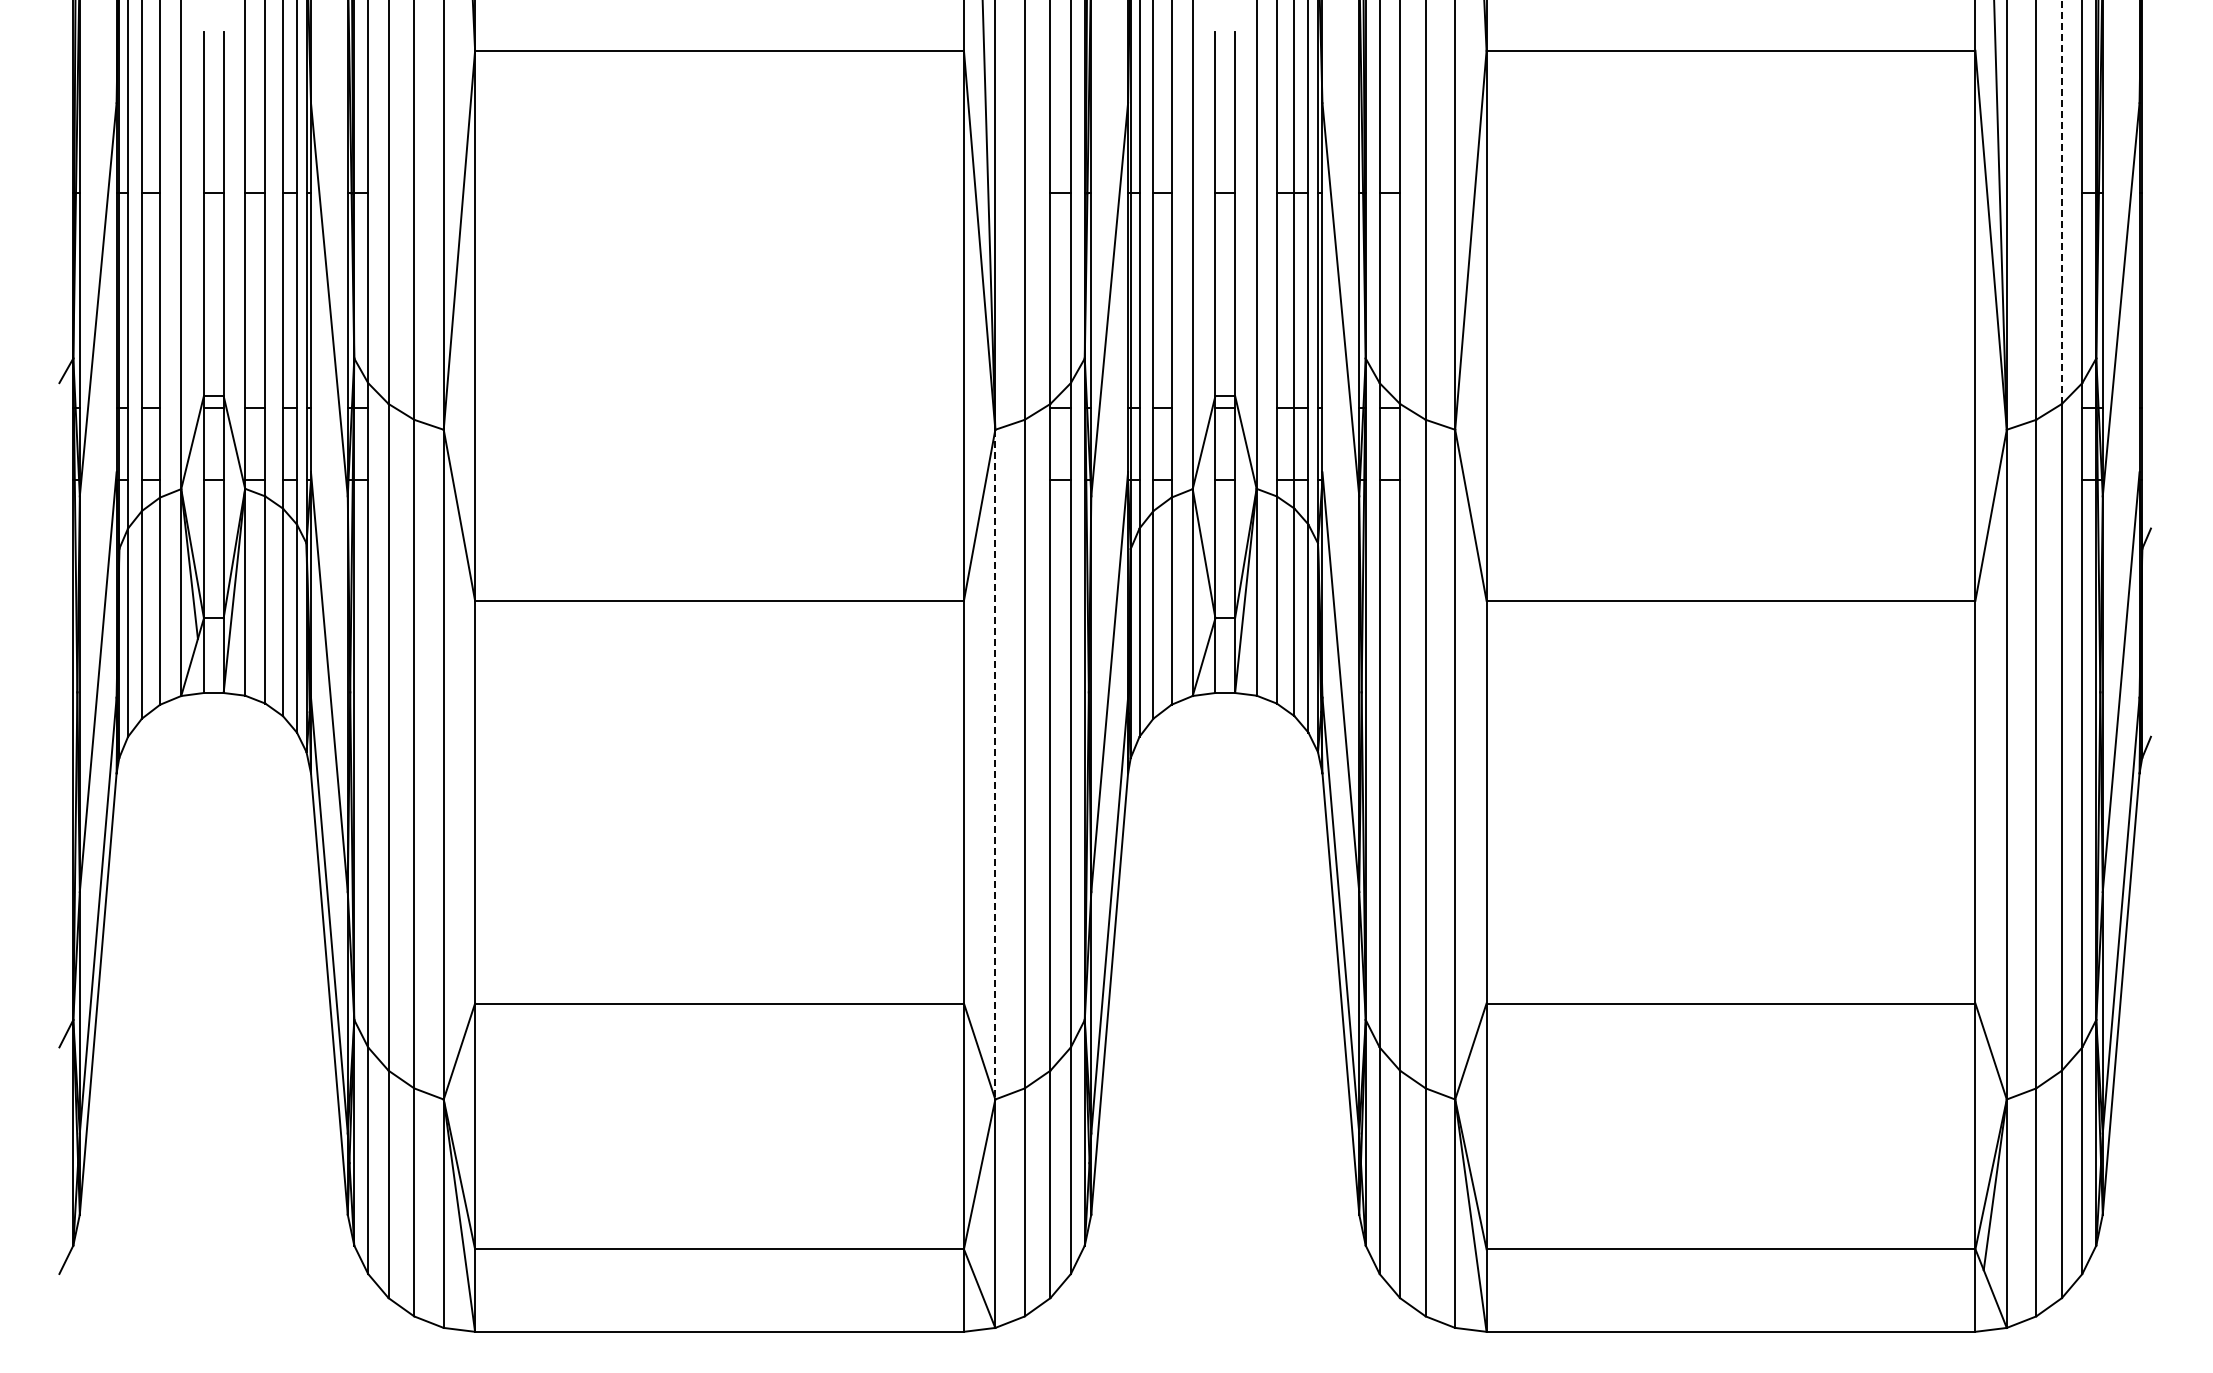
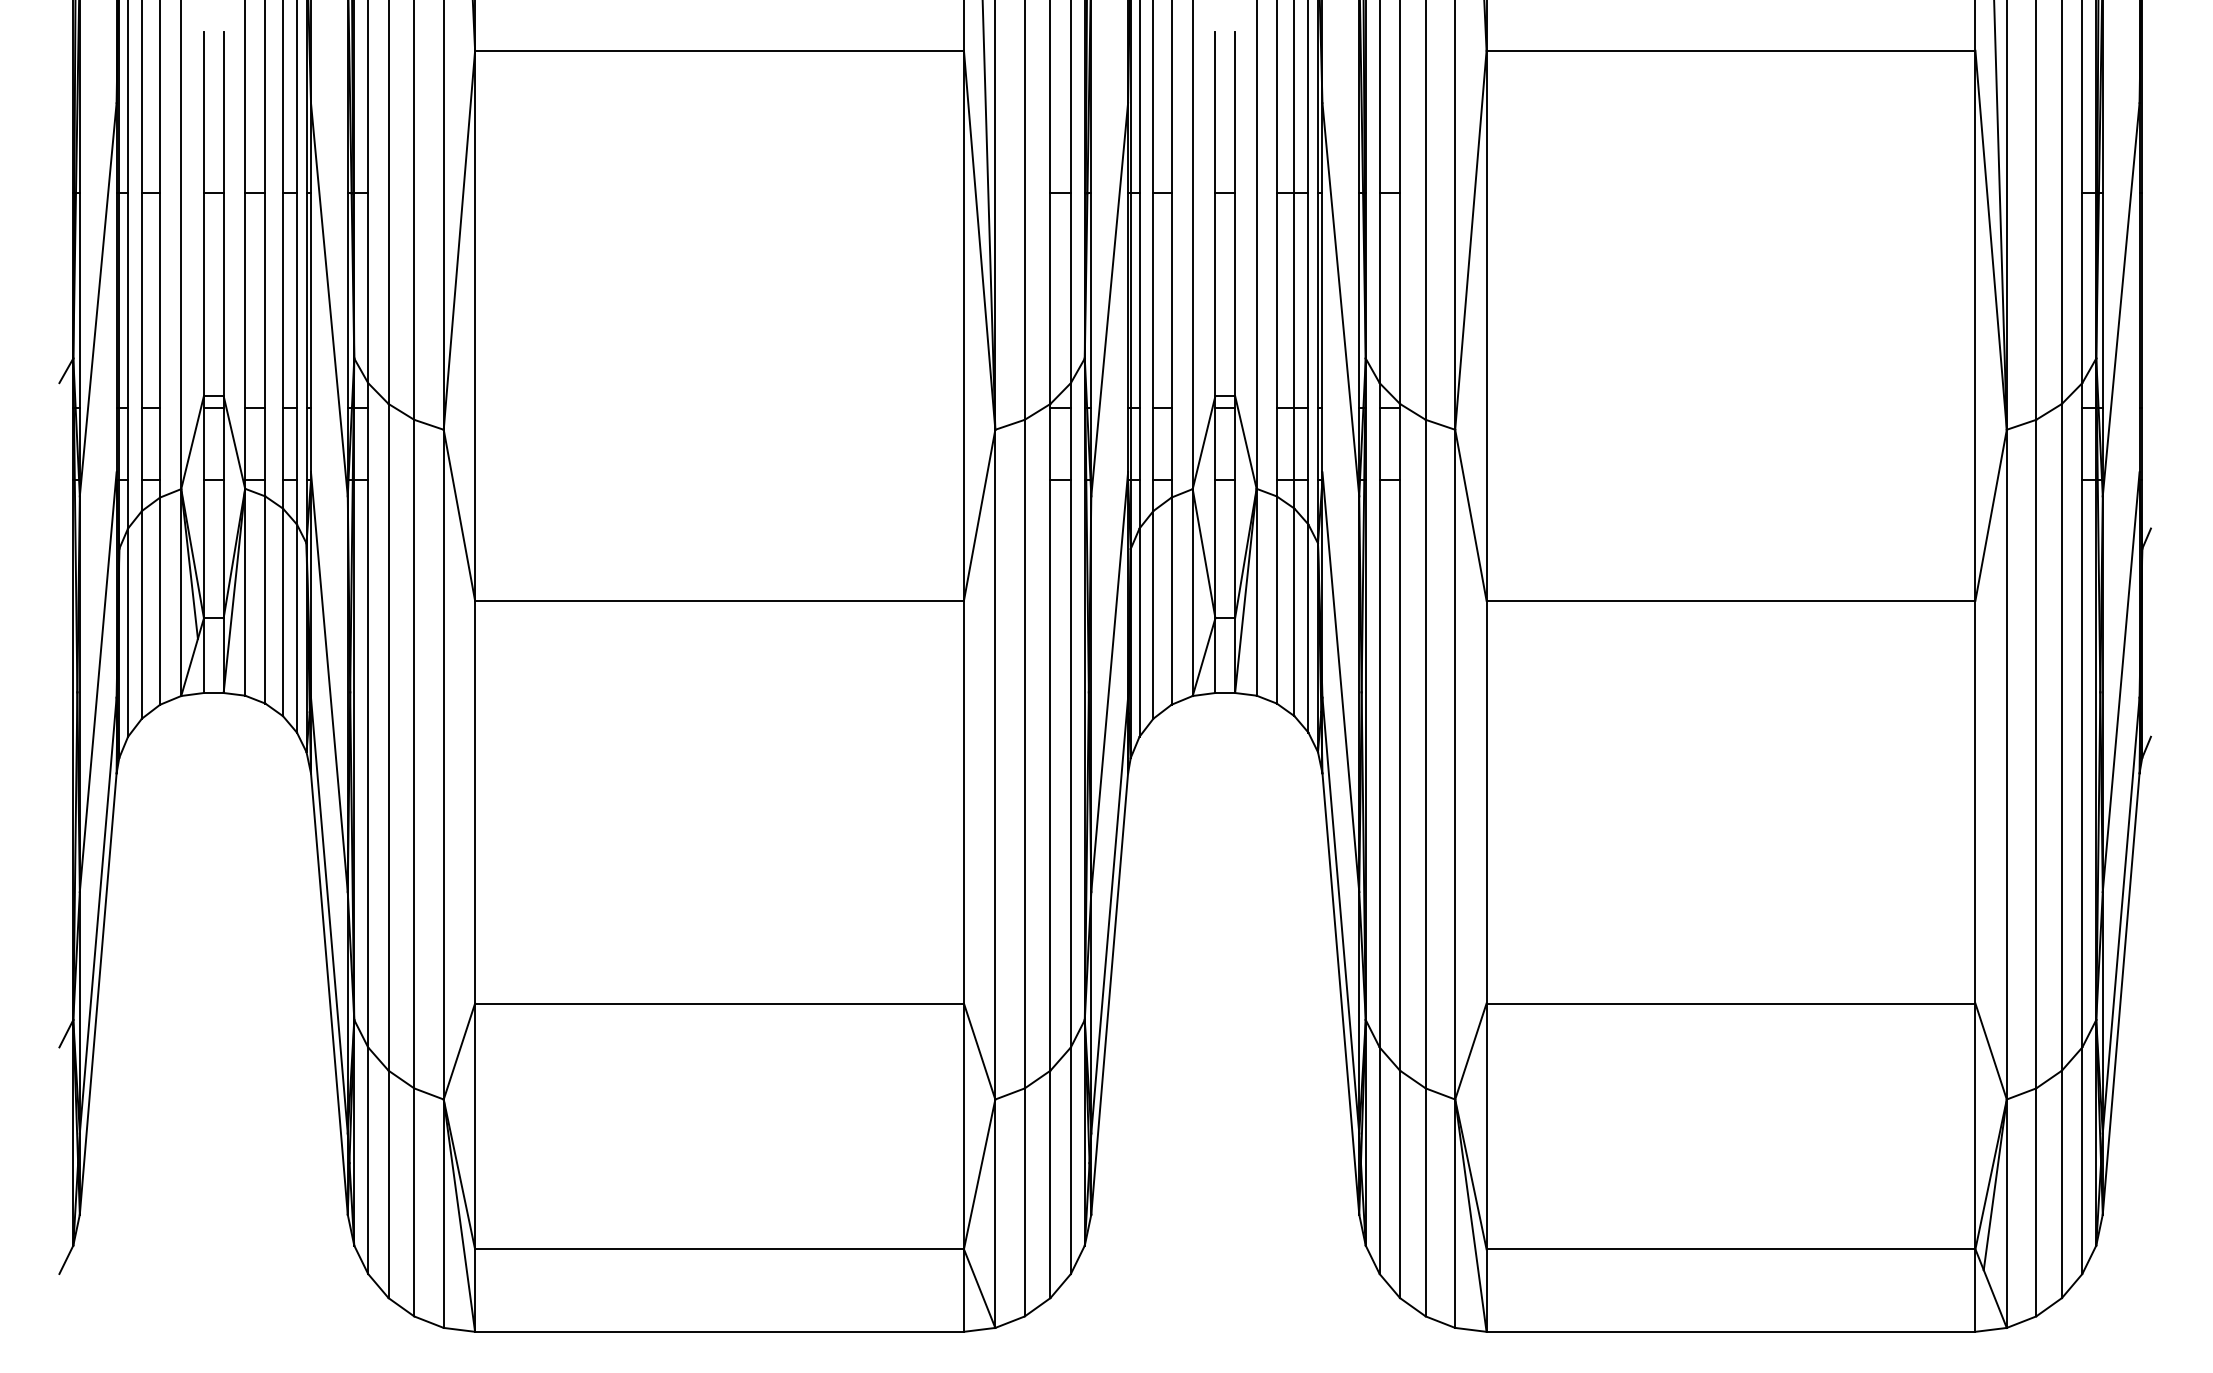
line at (2061, 202): dashed -> solid
line at (995, 764): dashed -> solid
